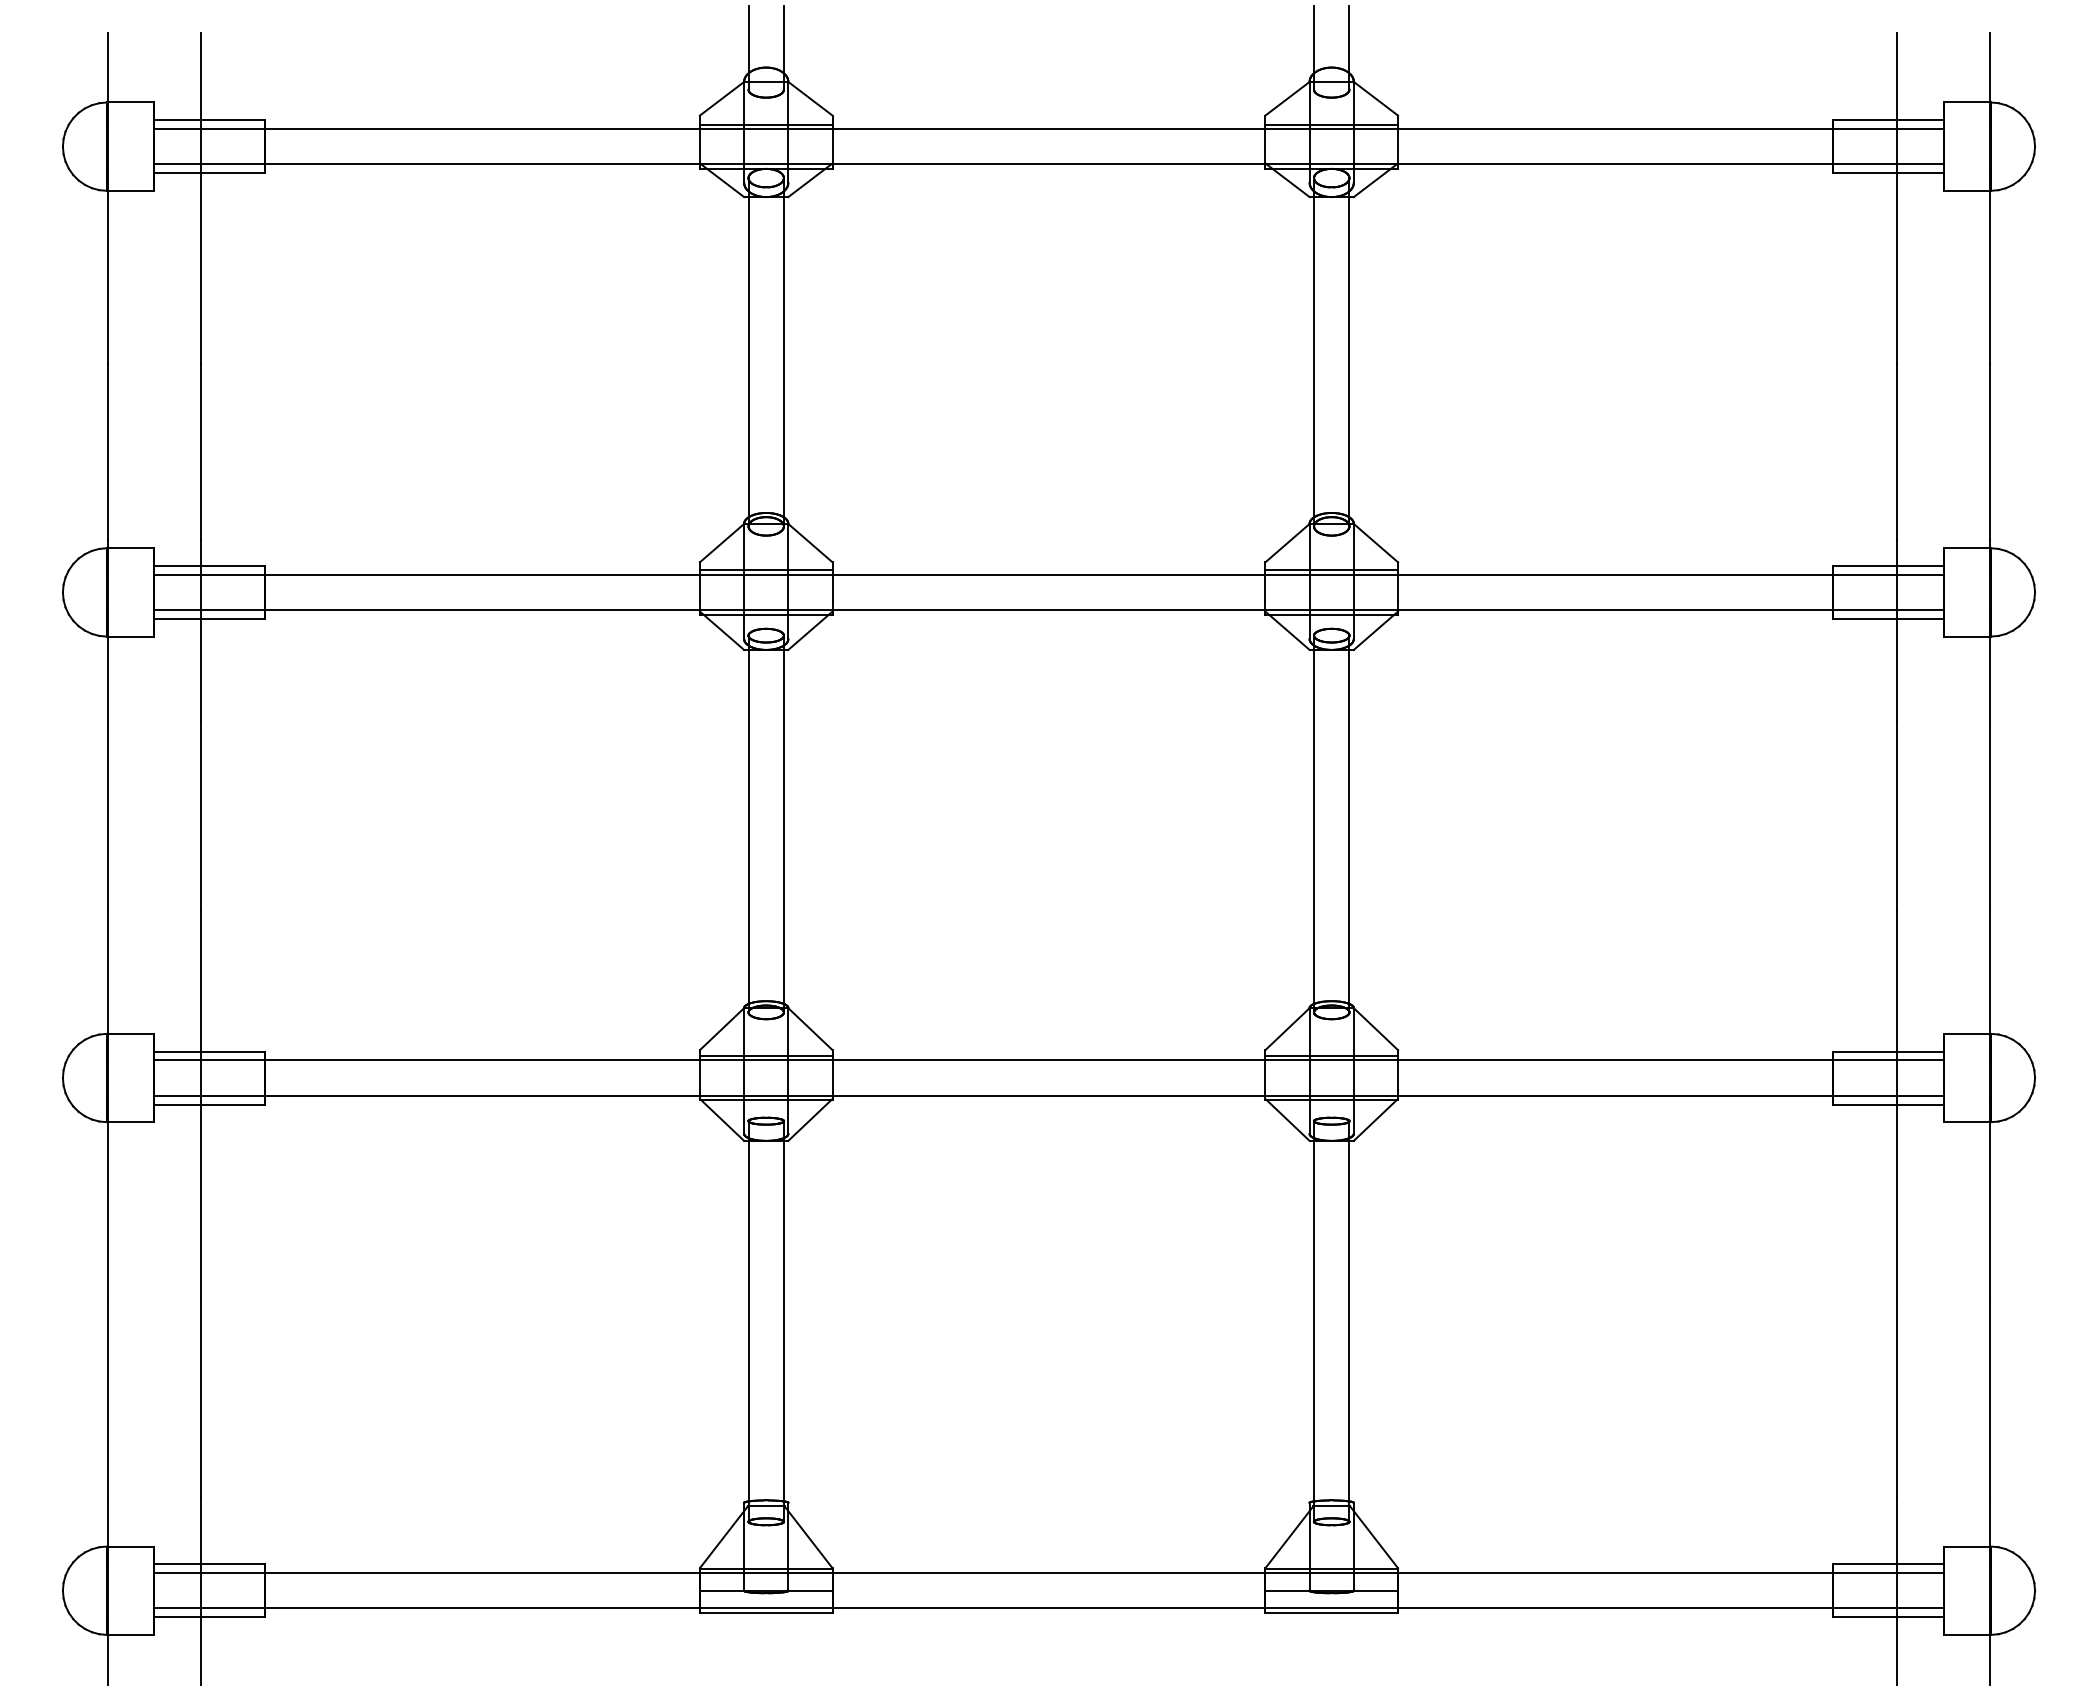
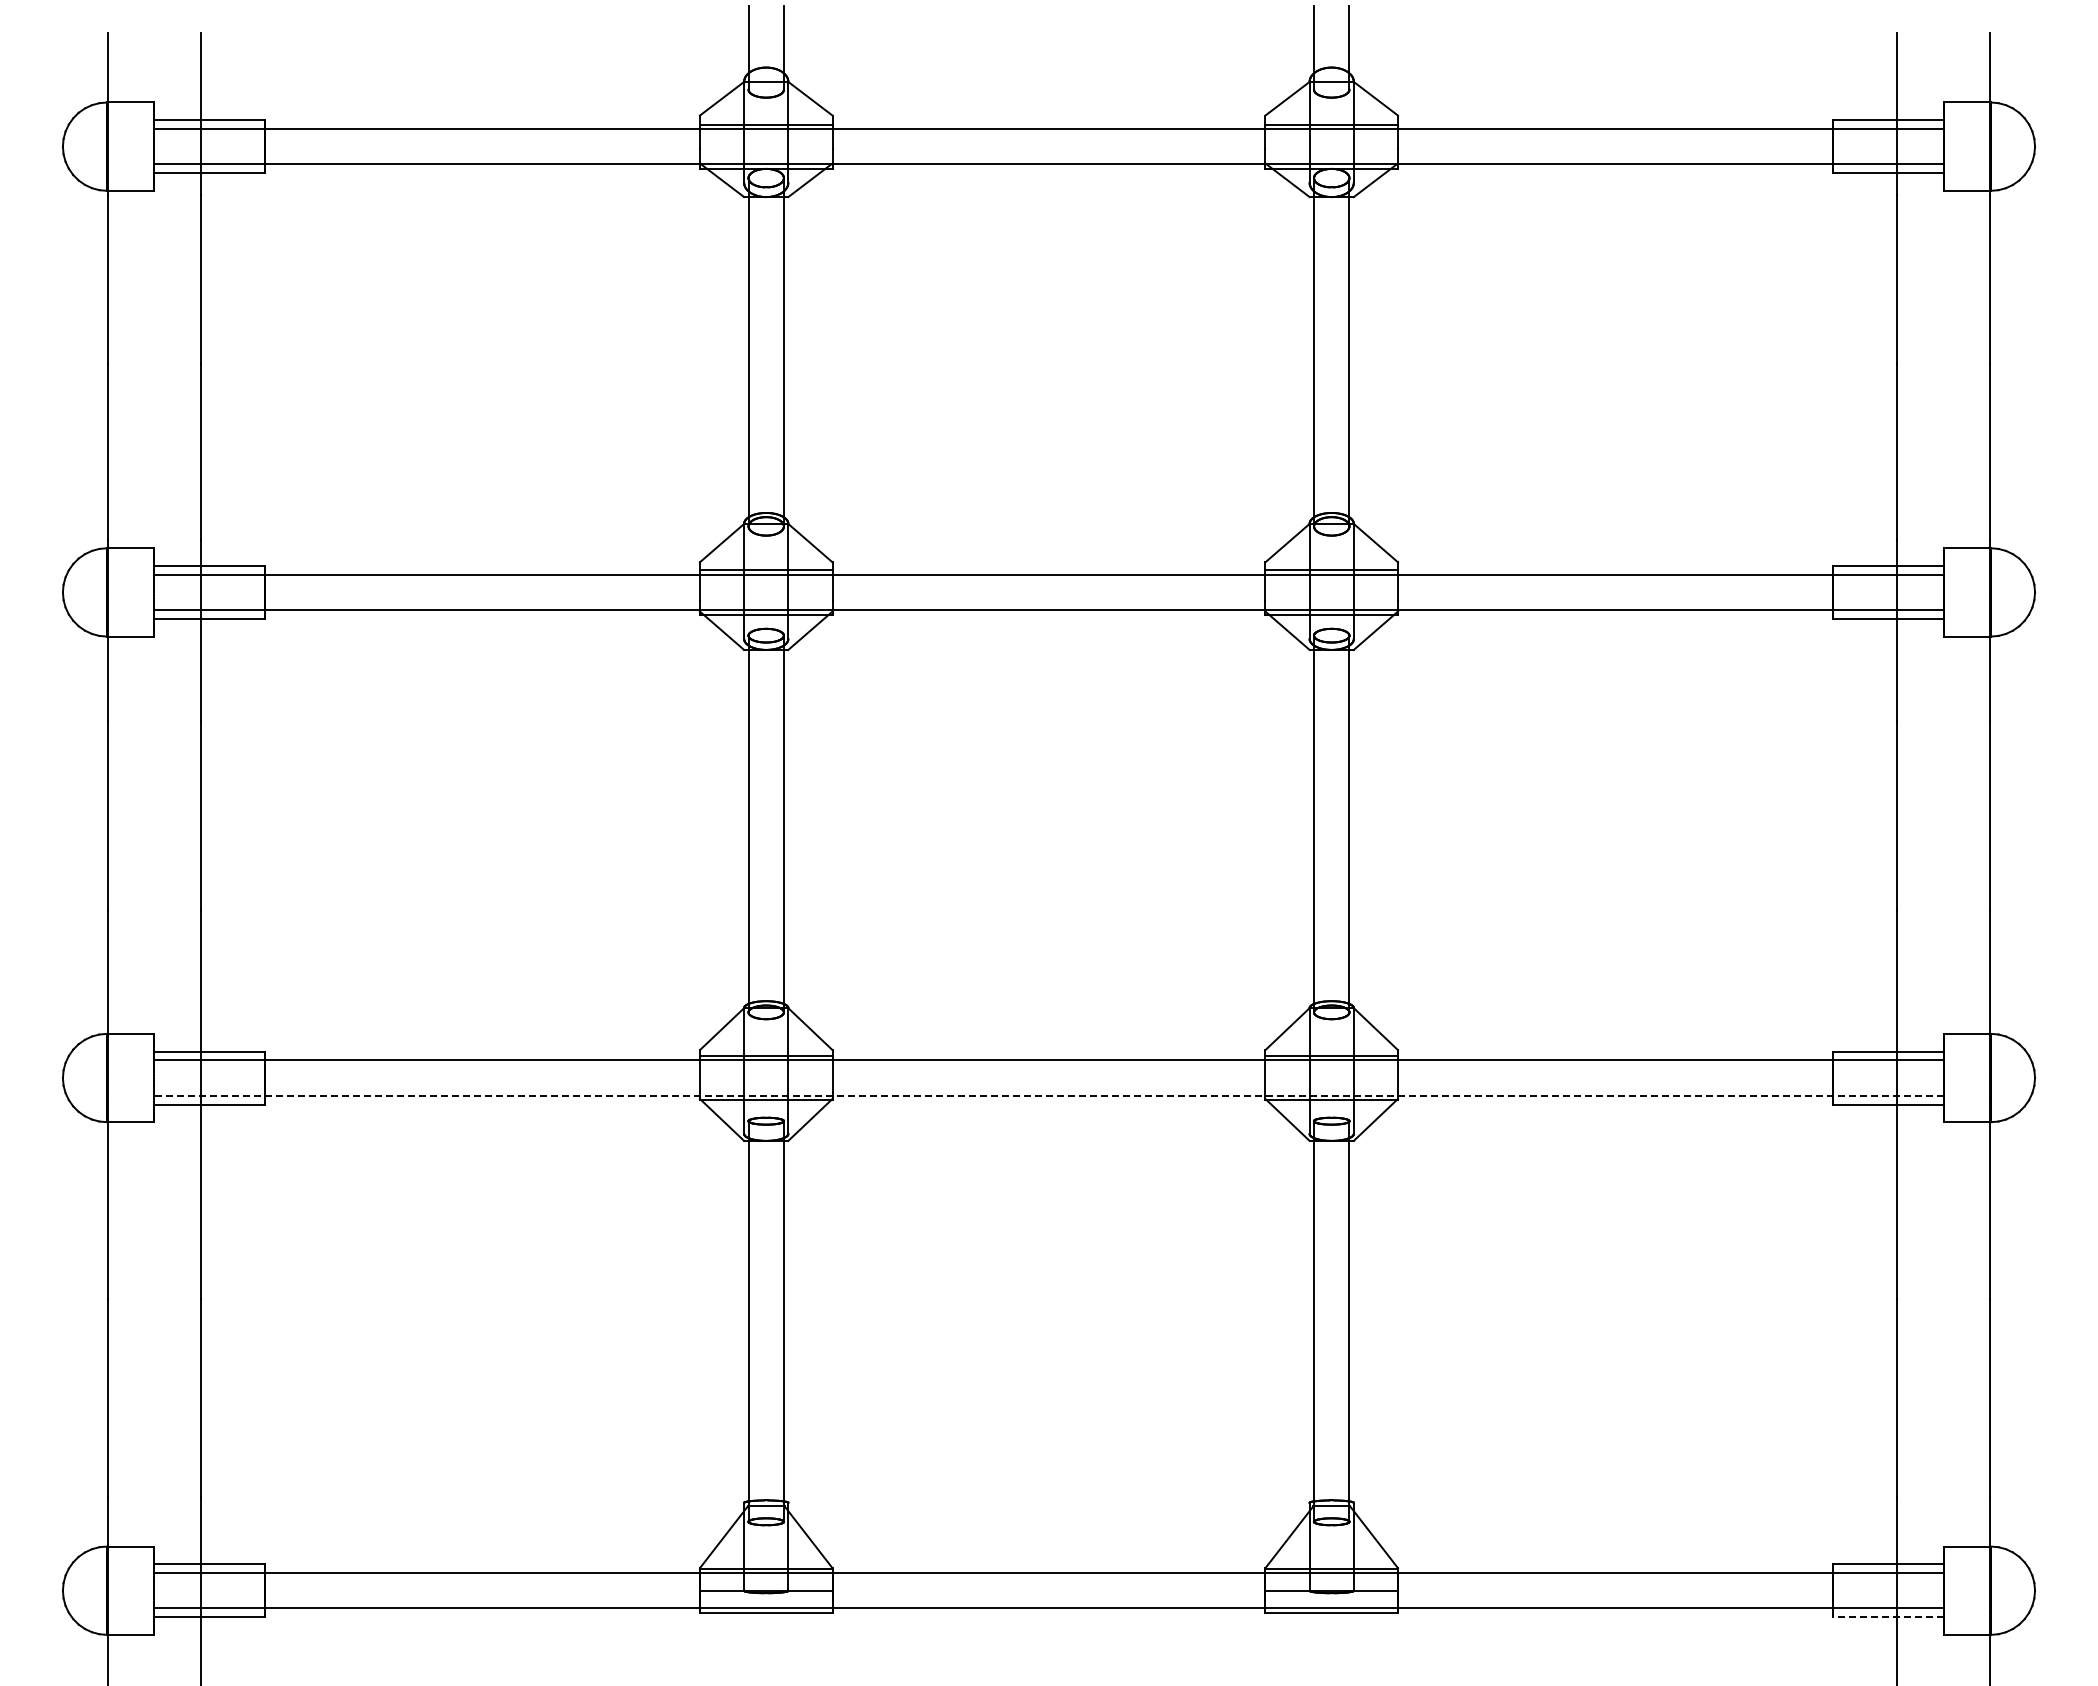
line at (1048, 1095): solid -> dashed
line at (1887, 1617): solid -> dashed
